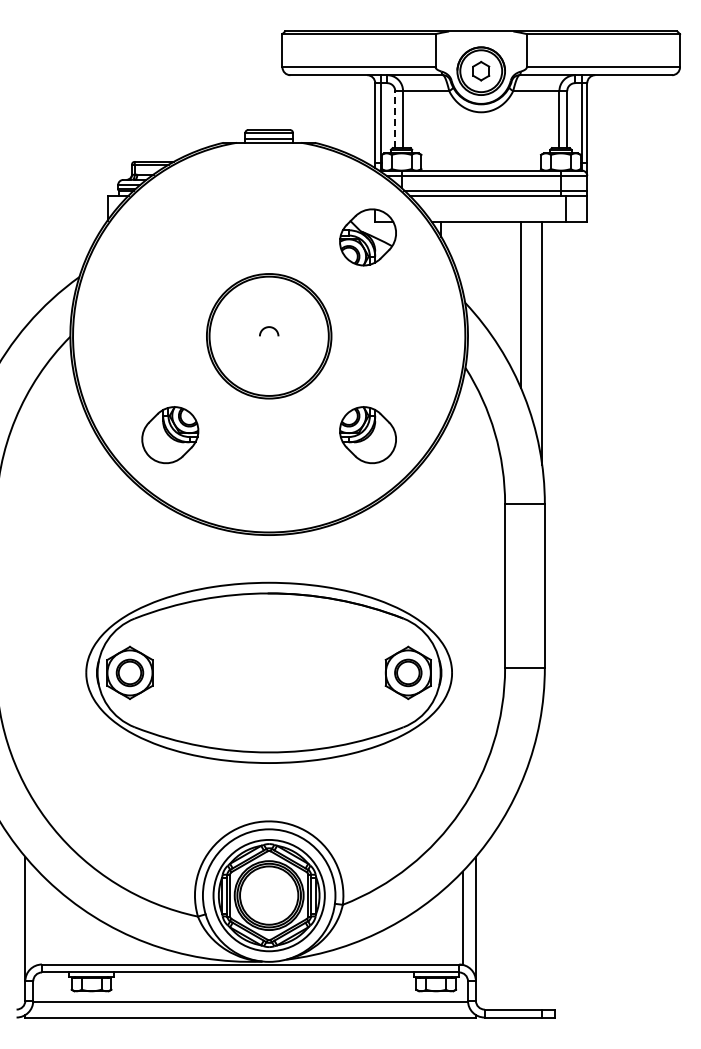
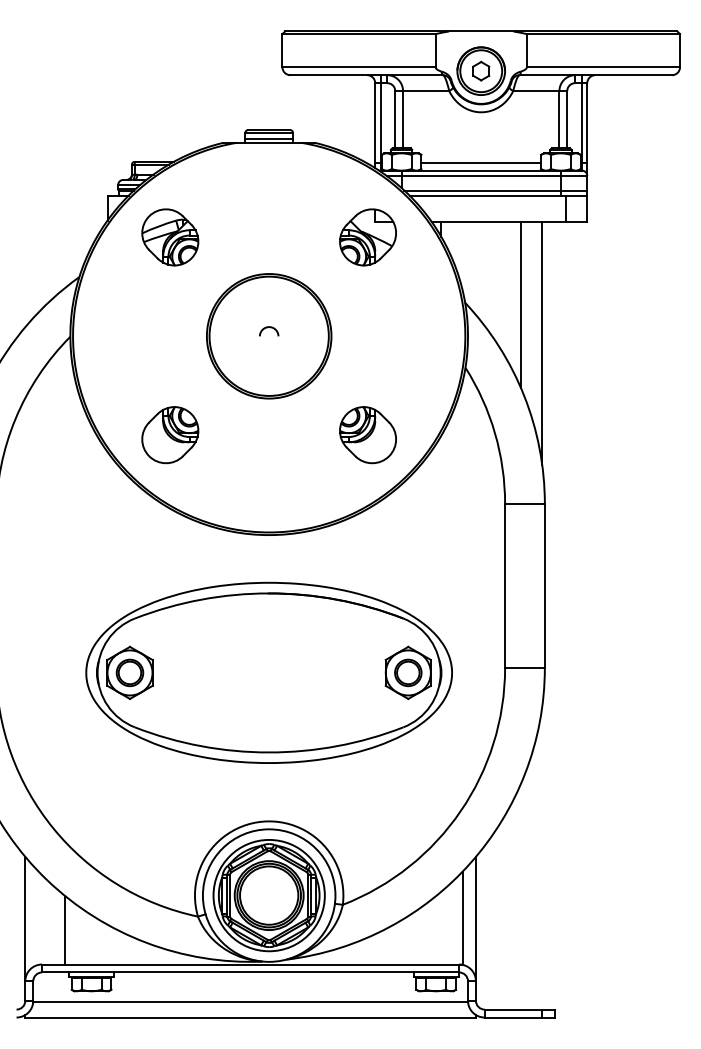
line at (395, 119): dashed -> solid
line at (481, 162): none -> present
part at (170, 237): none -> present
line at (65, 929): none -> present
